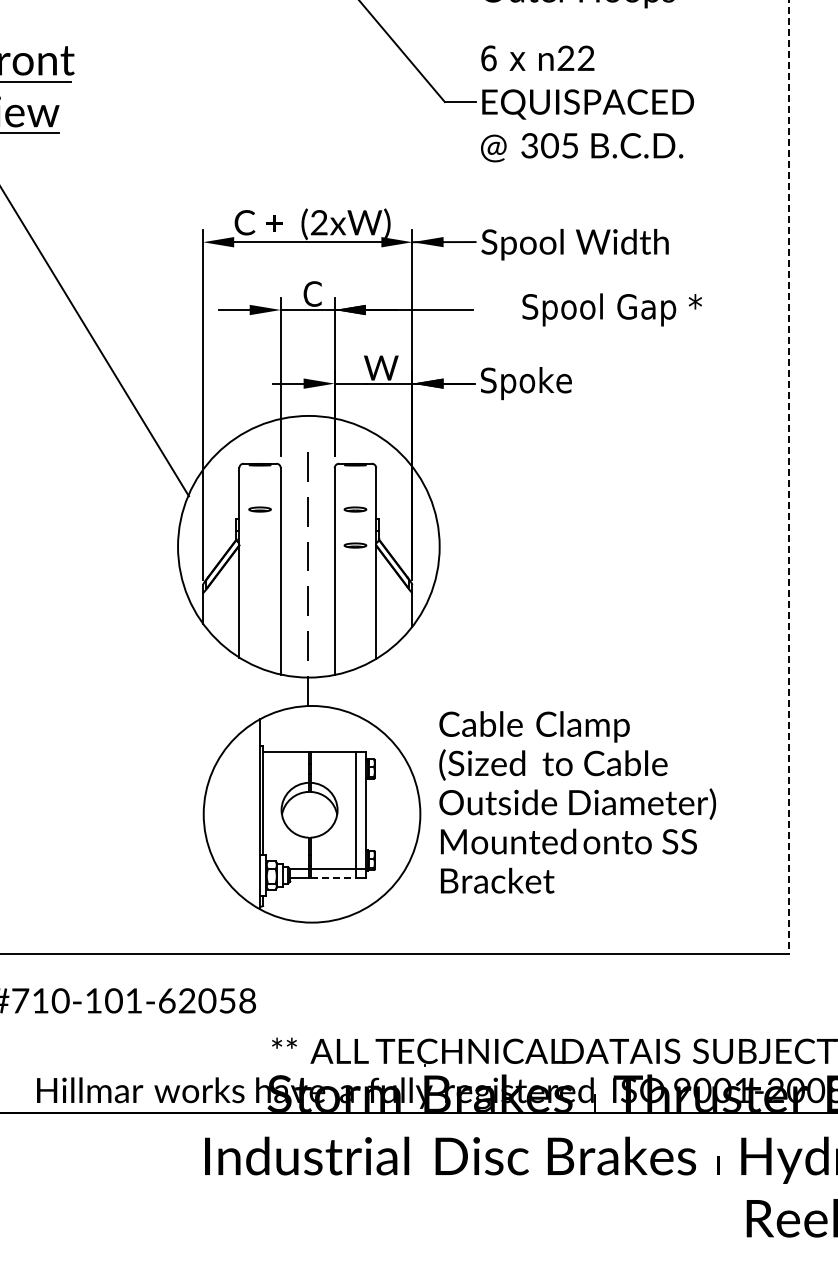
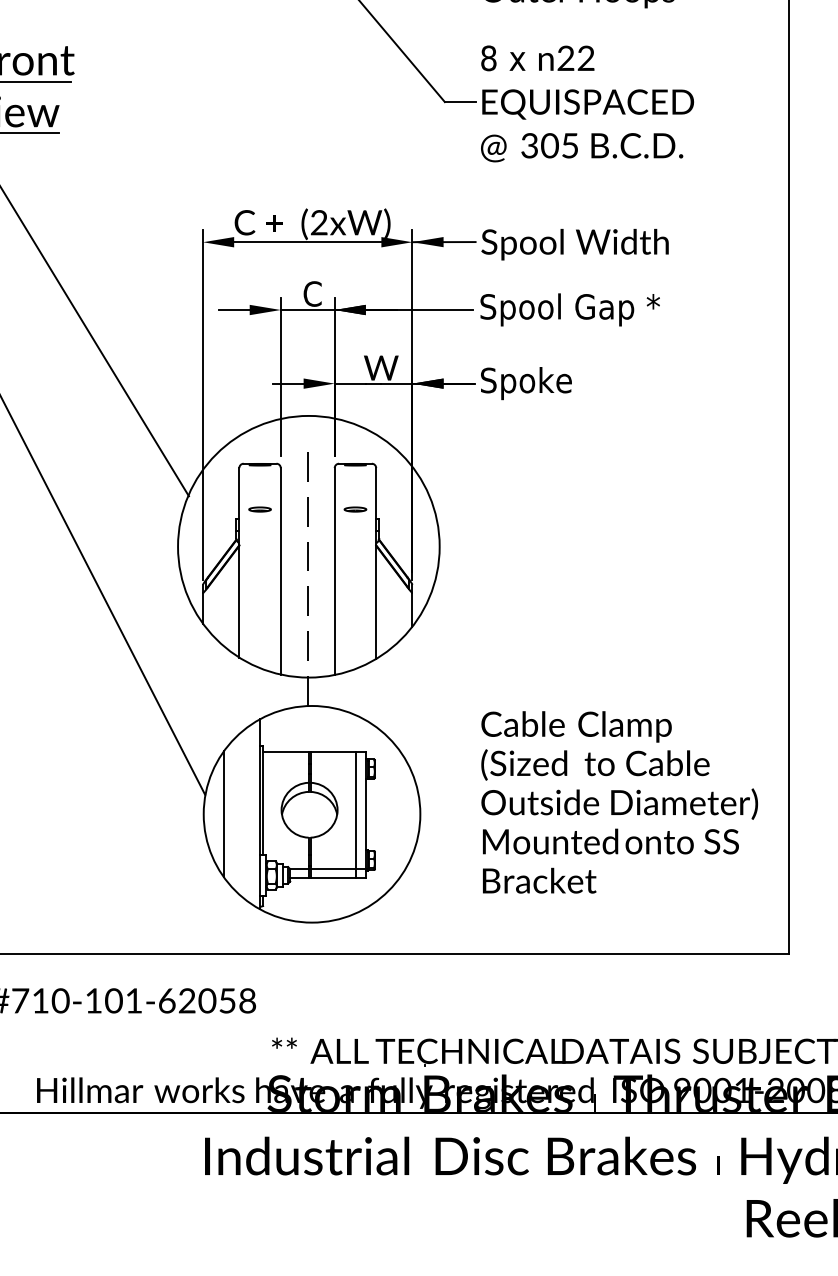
text at (488, 58): 6 -> 8
text at (611, 309) position: (611, 309) -> (569, 309)
line at (788, 477): dashed -> solid
part at (355, 545): present -> none
line at (103, 596): none -> present
text at (577, 802) position: (577, 802) -> (619, 802)
line at (223, 814): none -> present
line at (333, 877): dashed -> solid
